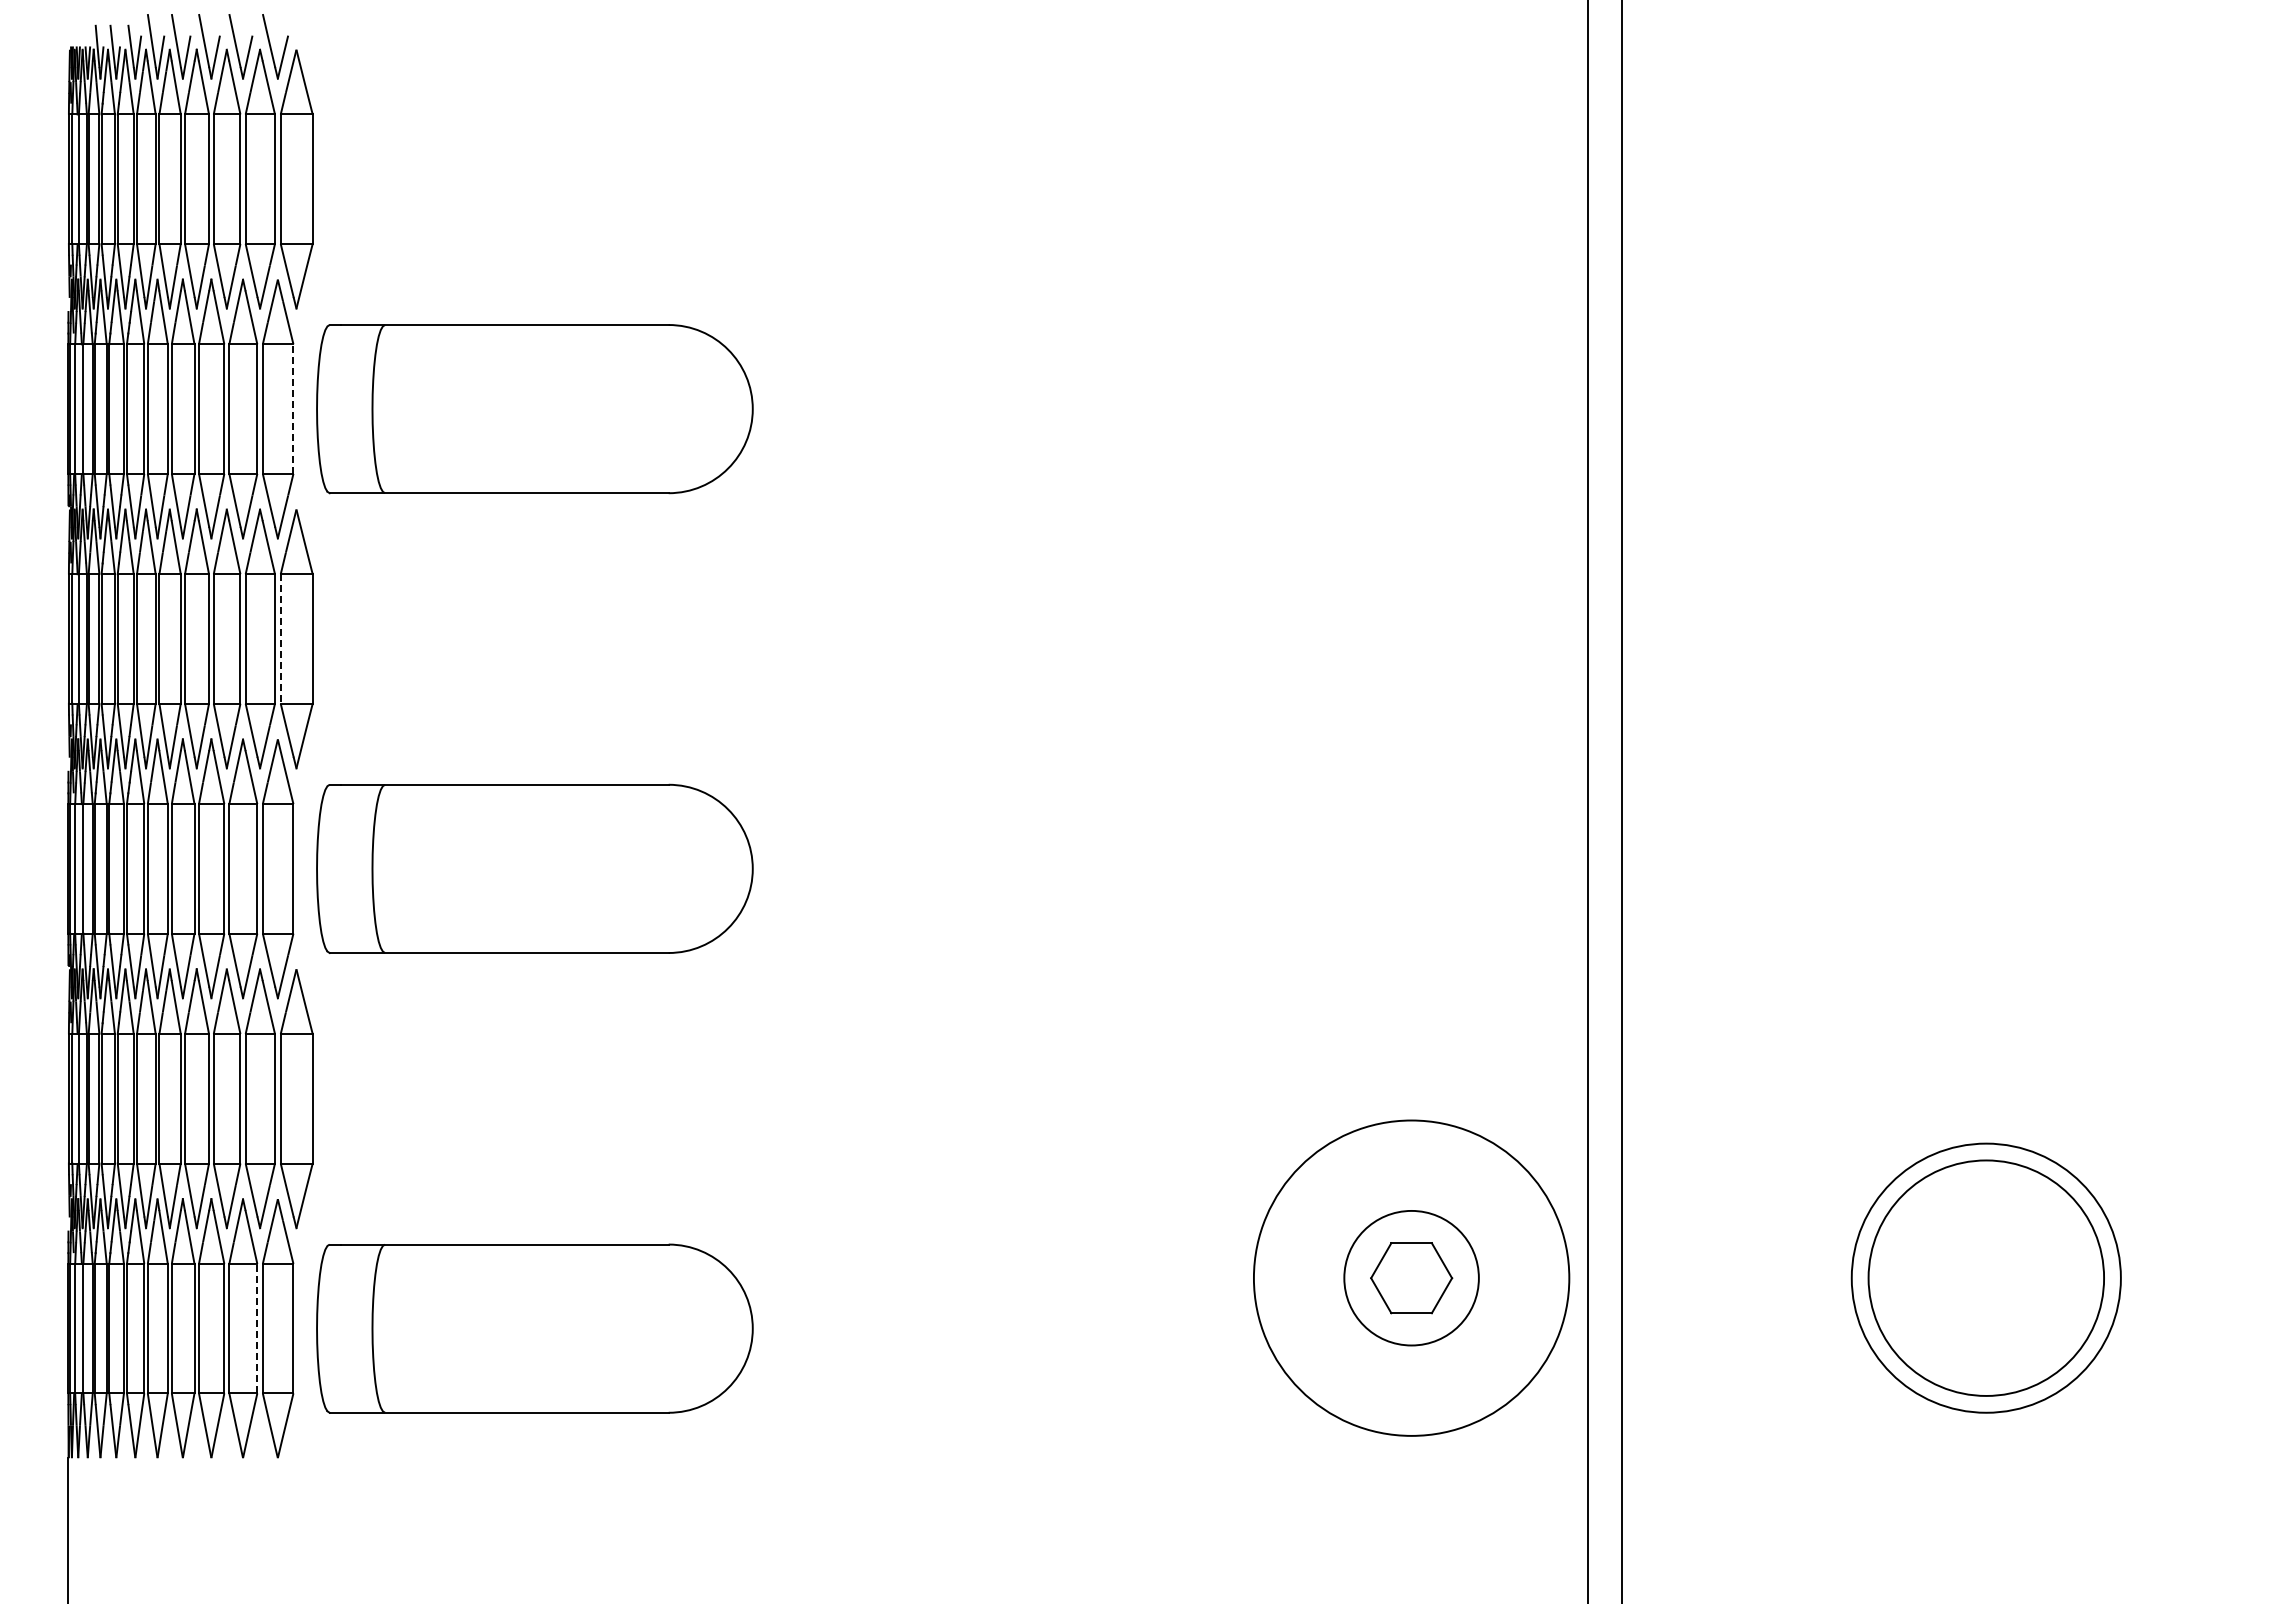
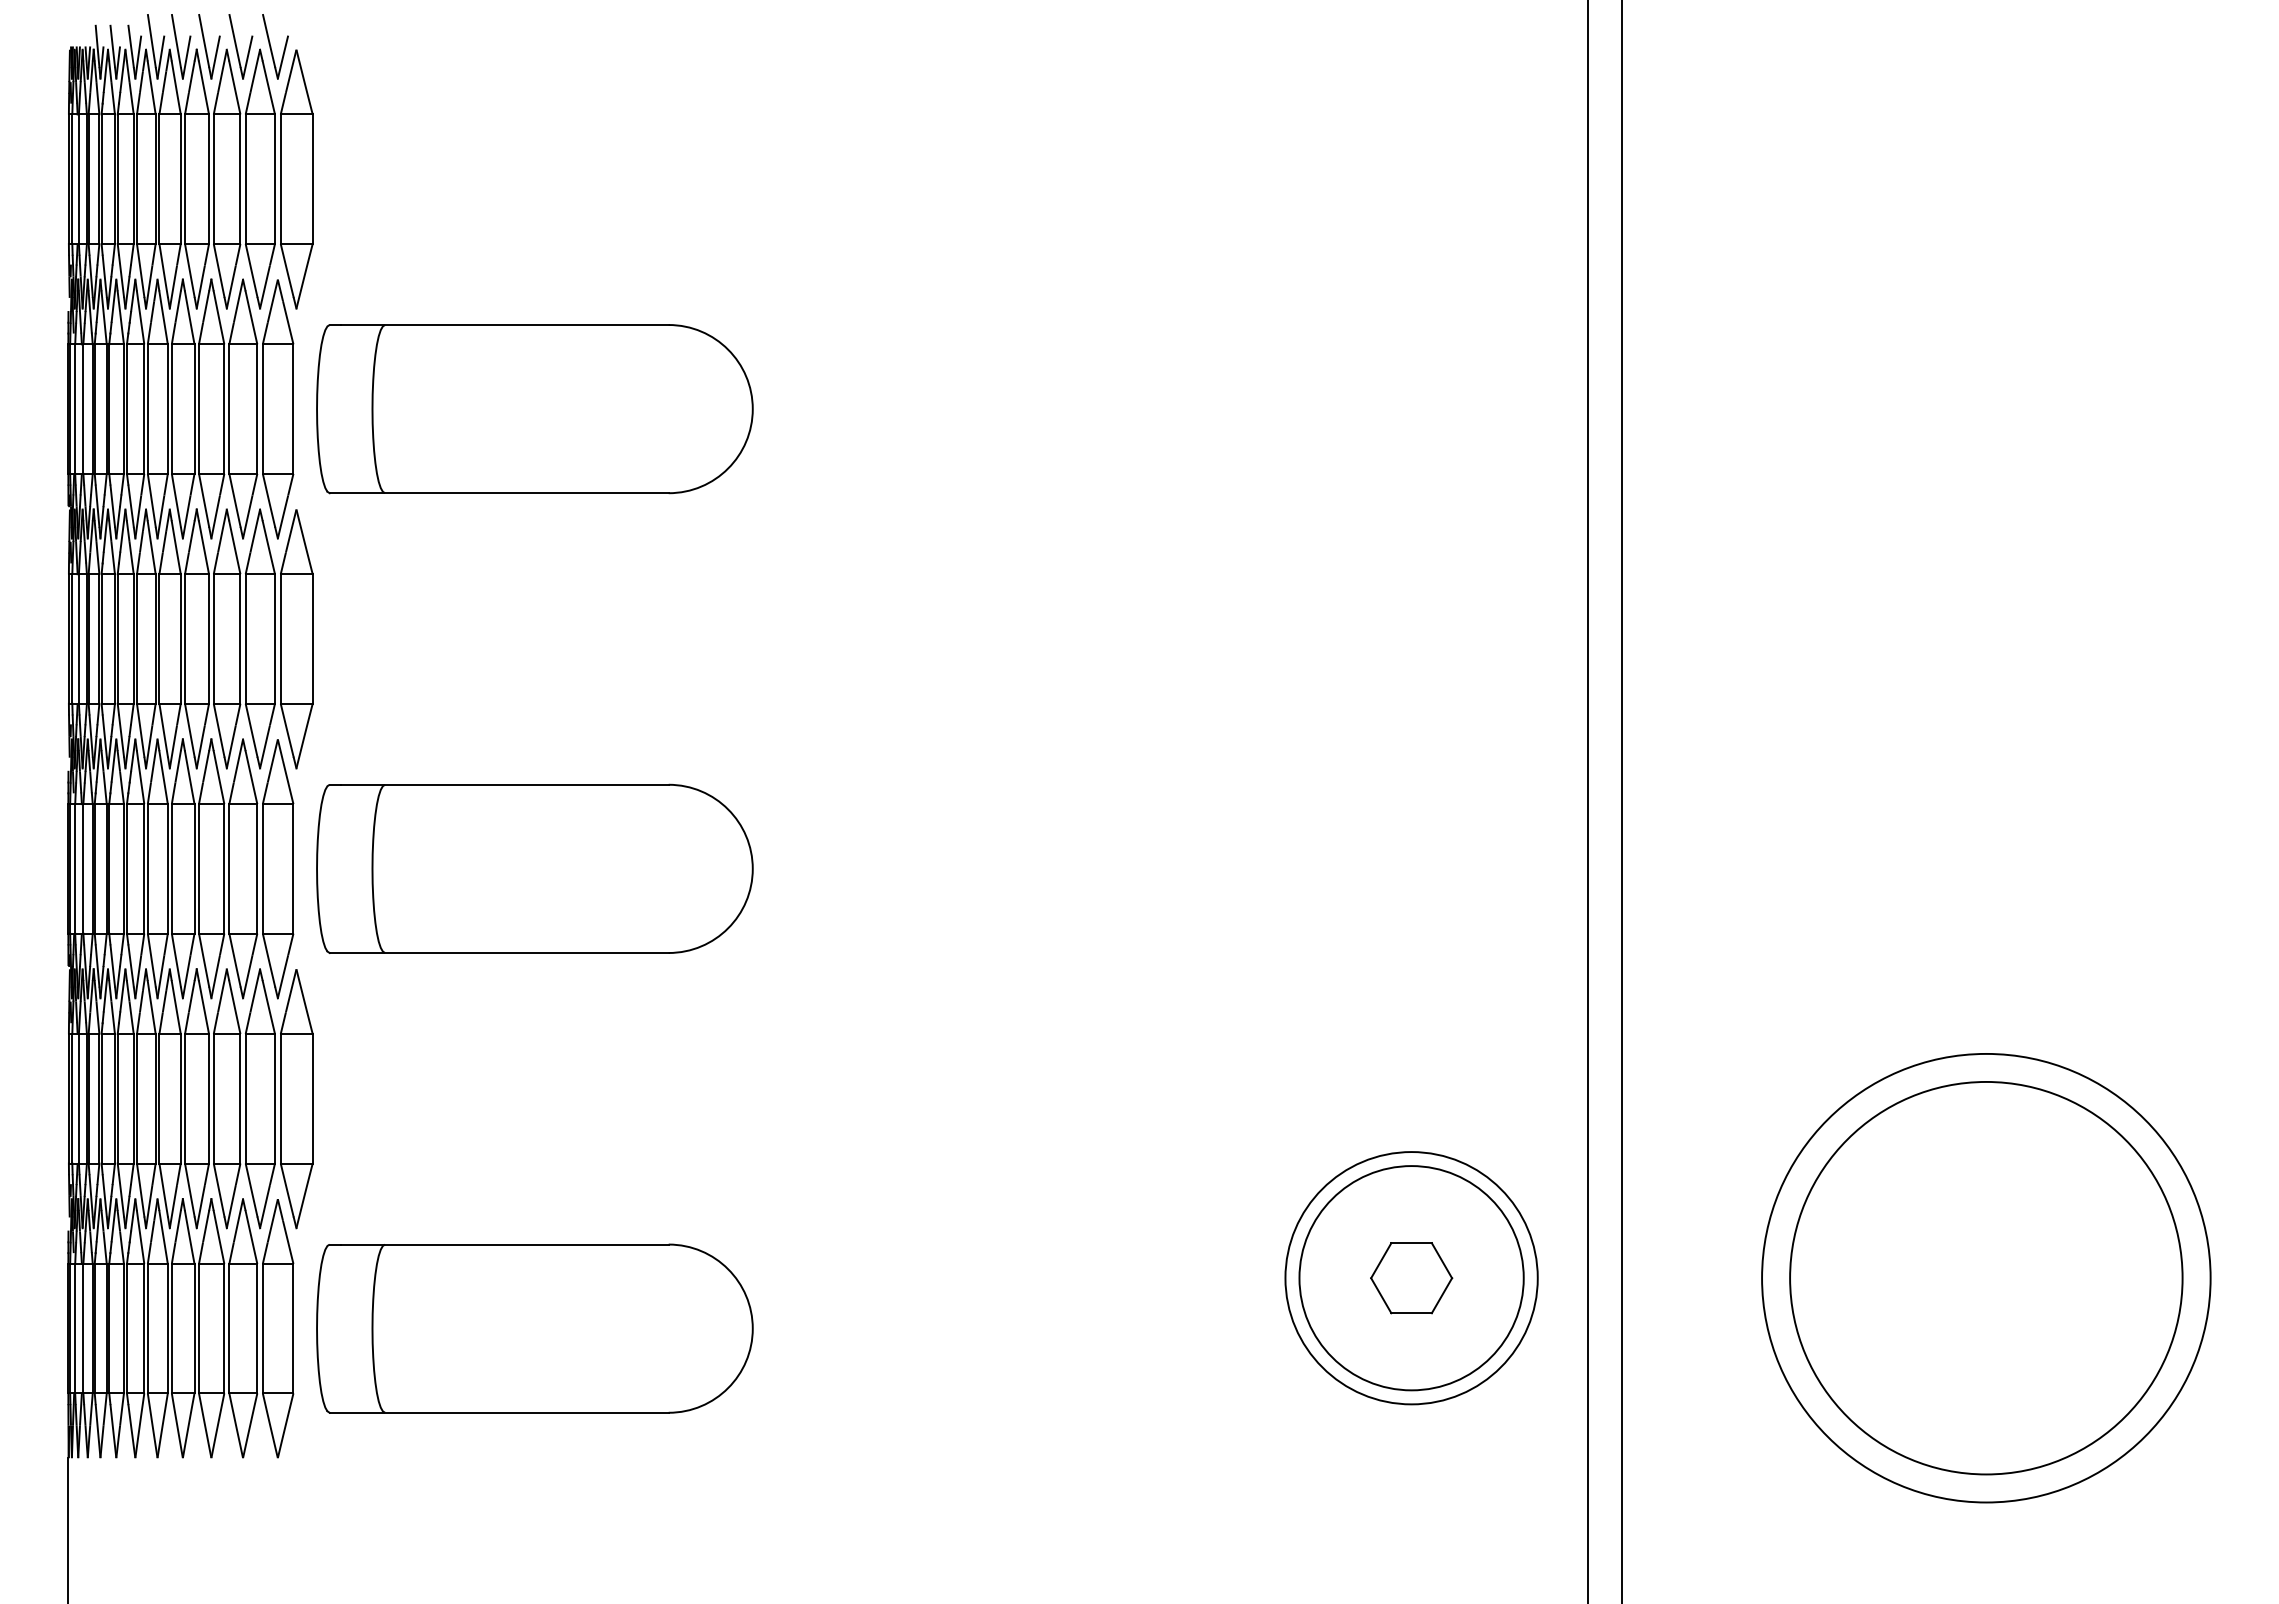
line at (293, 409): dashed -> solid
line at (280, 638): dashed -> solid
circle at (1411, 1277) diameter: 135 px -> 224 px
circle at (1411, 1277) diameter: 315 px -> 252 px
circle at (1985, 1277) diameter: 269 px -> 449 px
circle at (1986, 1277) diameter: 235 px -> 392 px
line at (257, 1328): dashed -> solid
